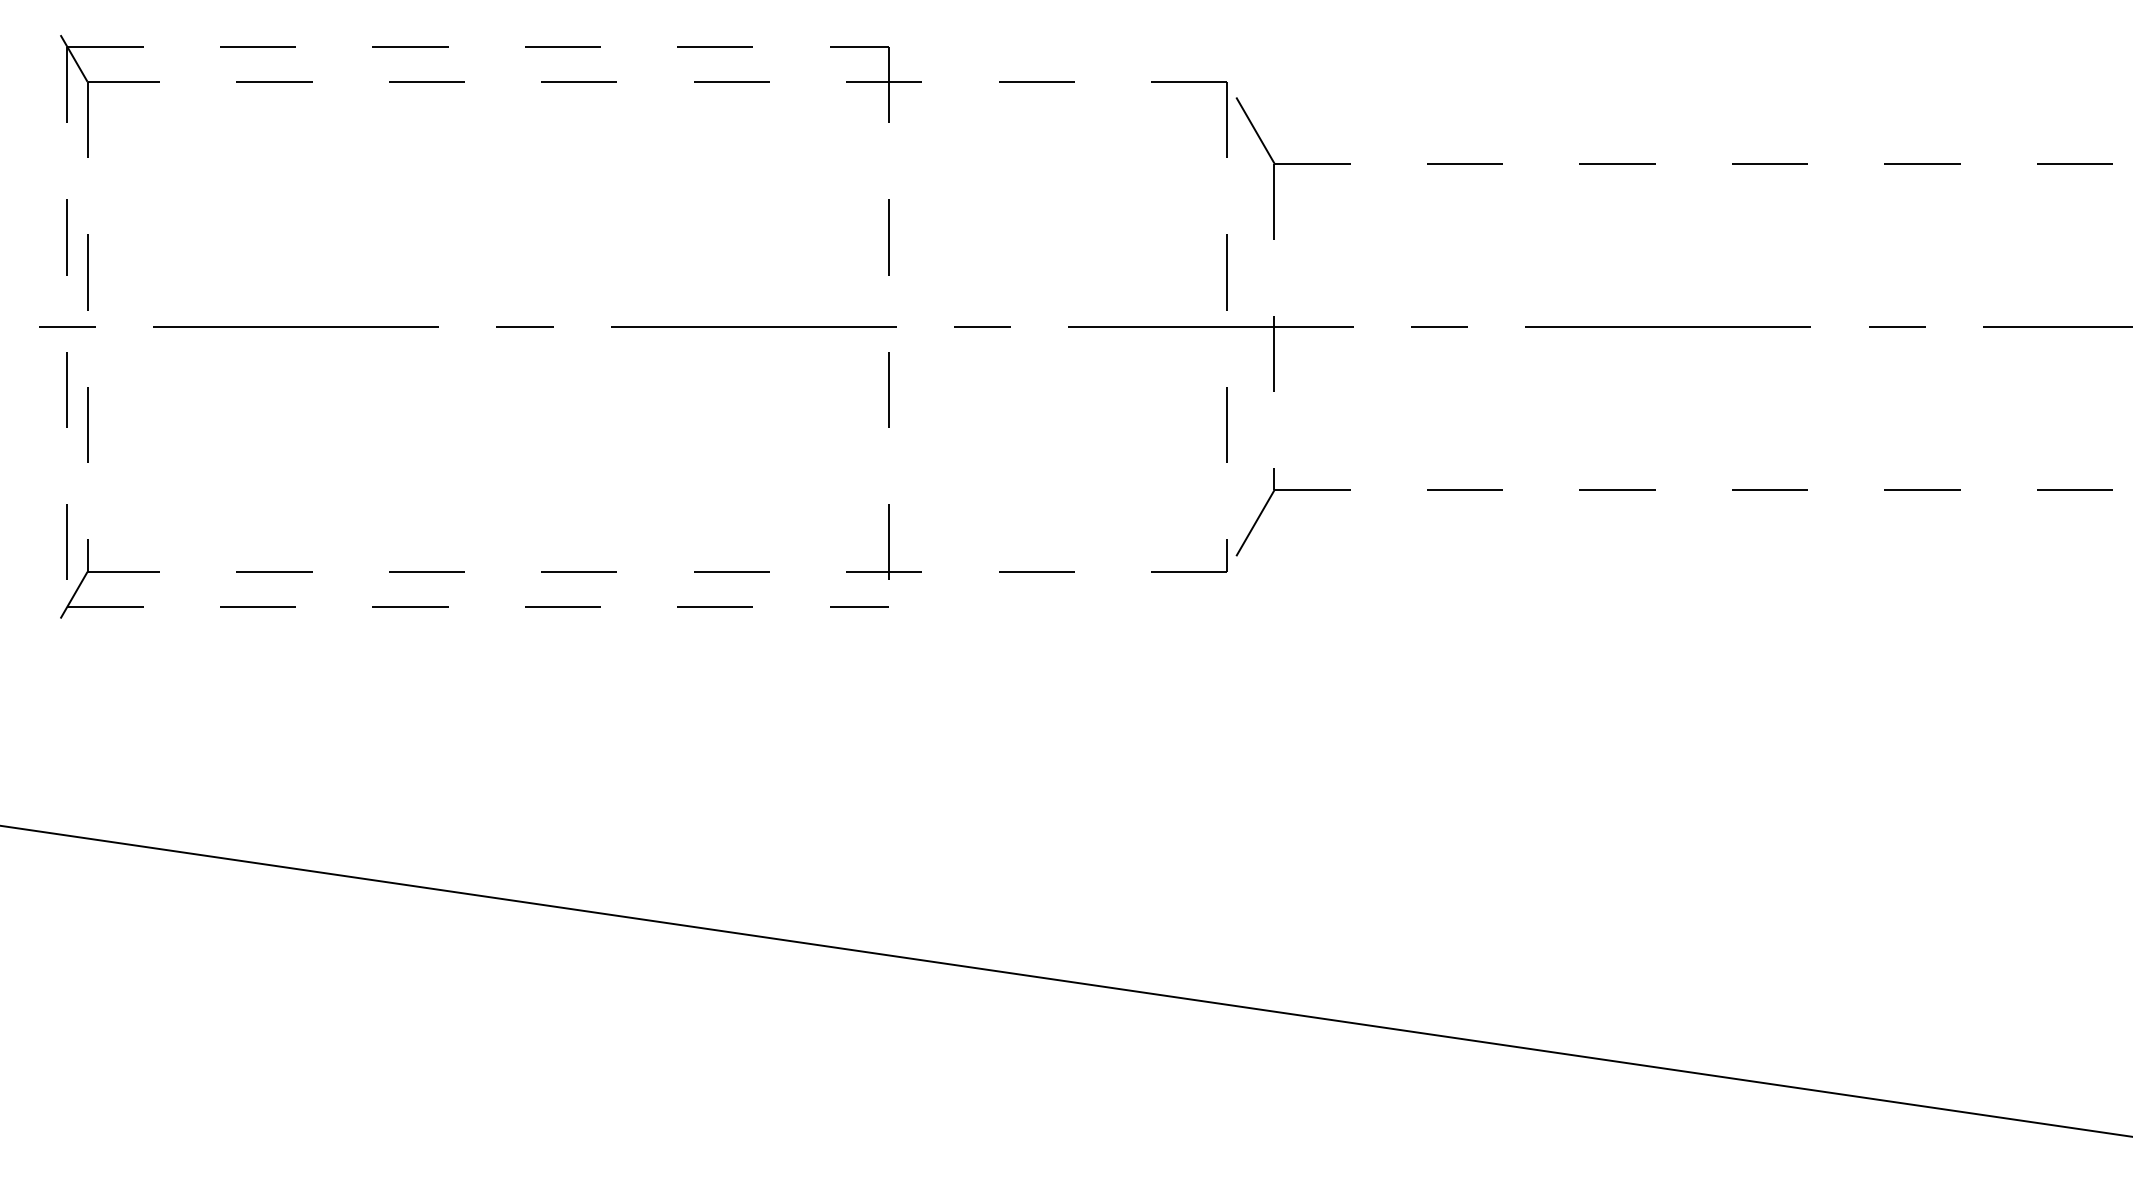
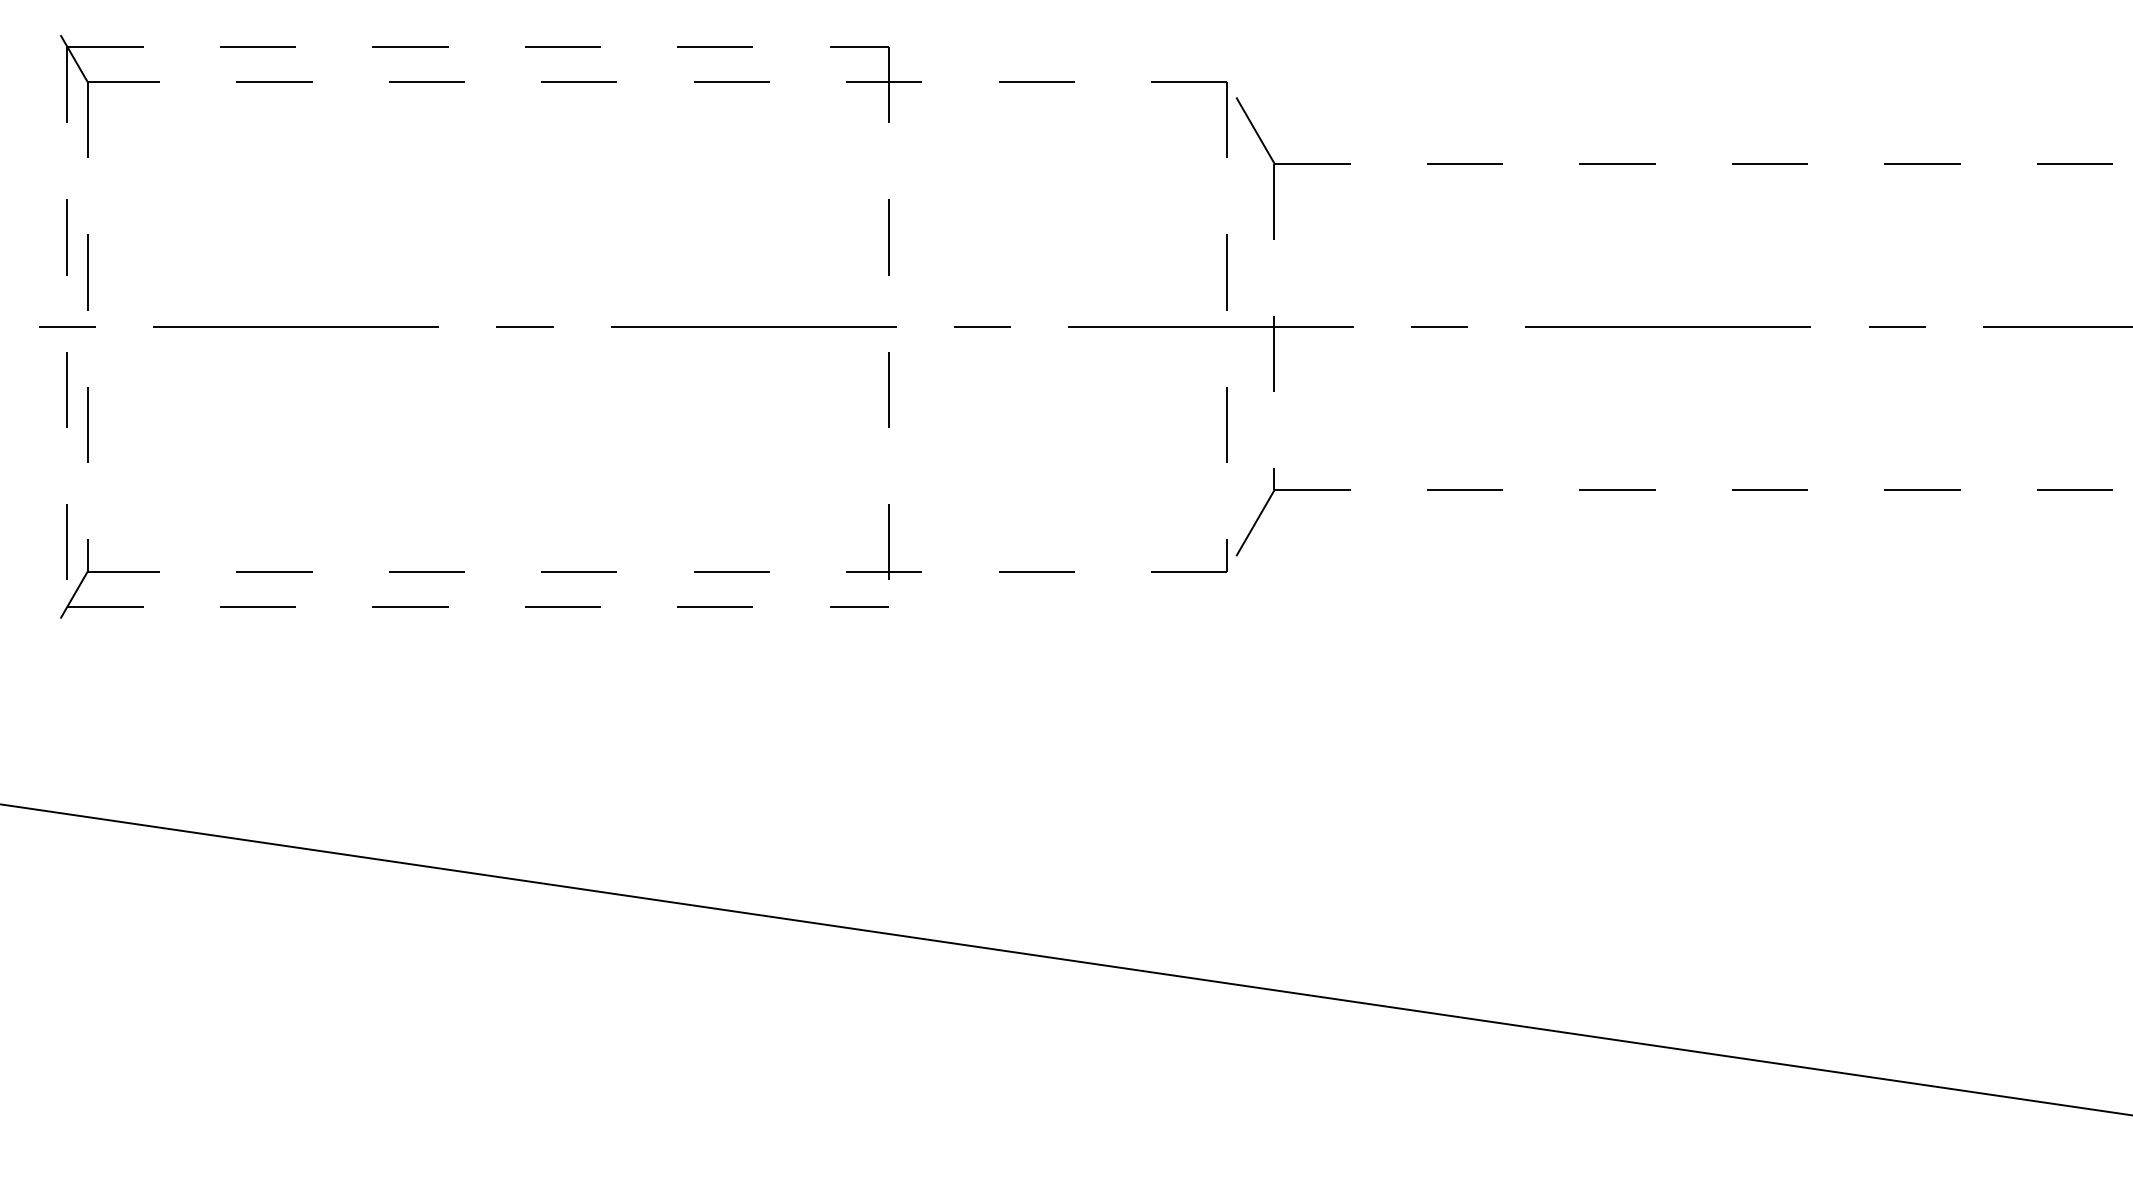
line at (1065, 981) position: (1065, 981) -> (1065, 959)
